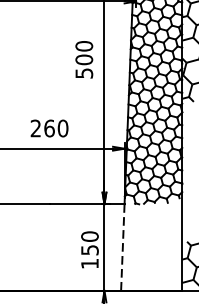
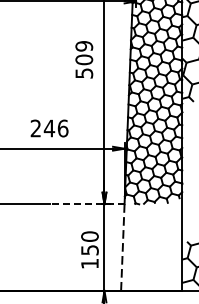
text at (84, 46): 500 -> 509
text at (55, 128): 260 -> 246
line at (87, 204): solid -> dashed
